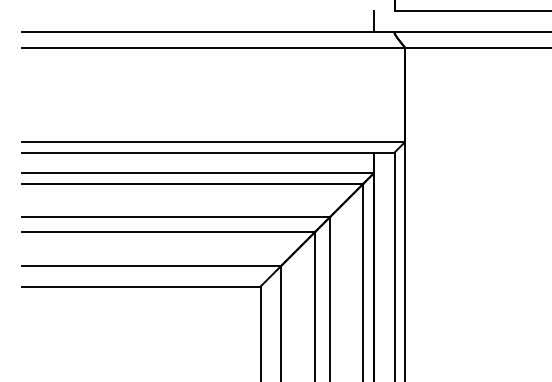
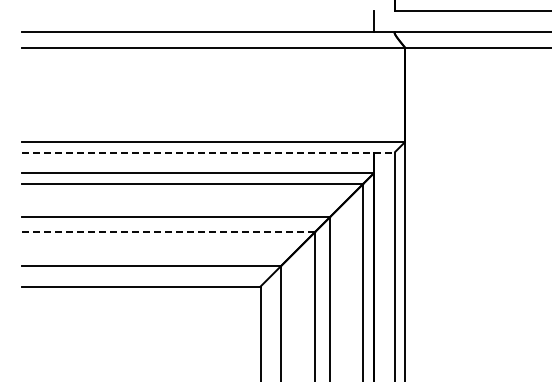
line at (208, 152): solid -> dashed
line at (168, 232): solid -> dashed
